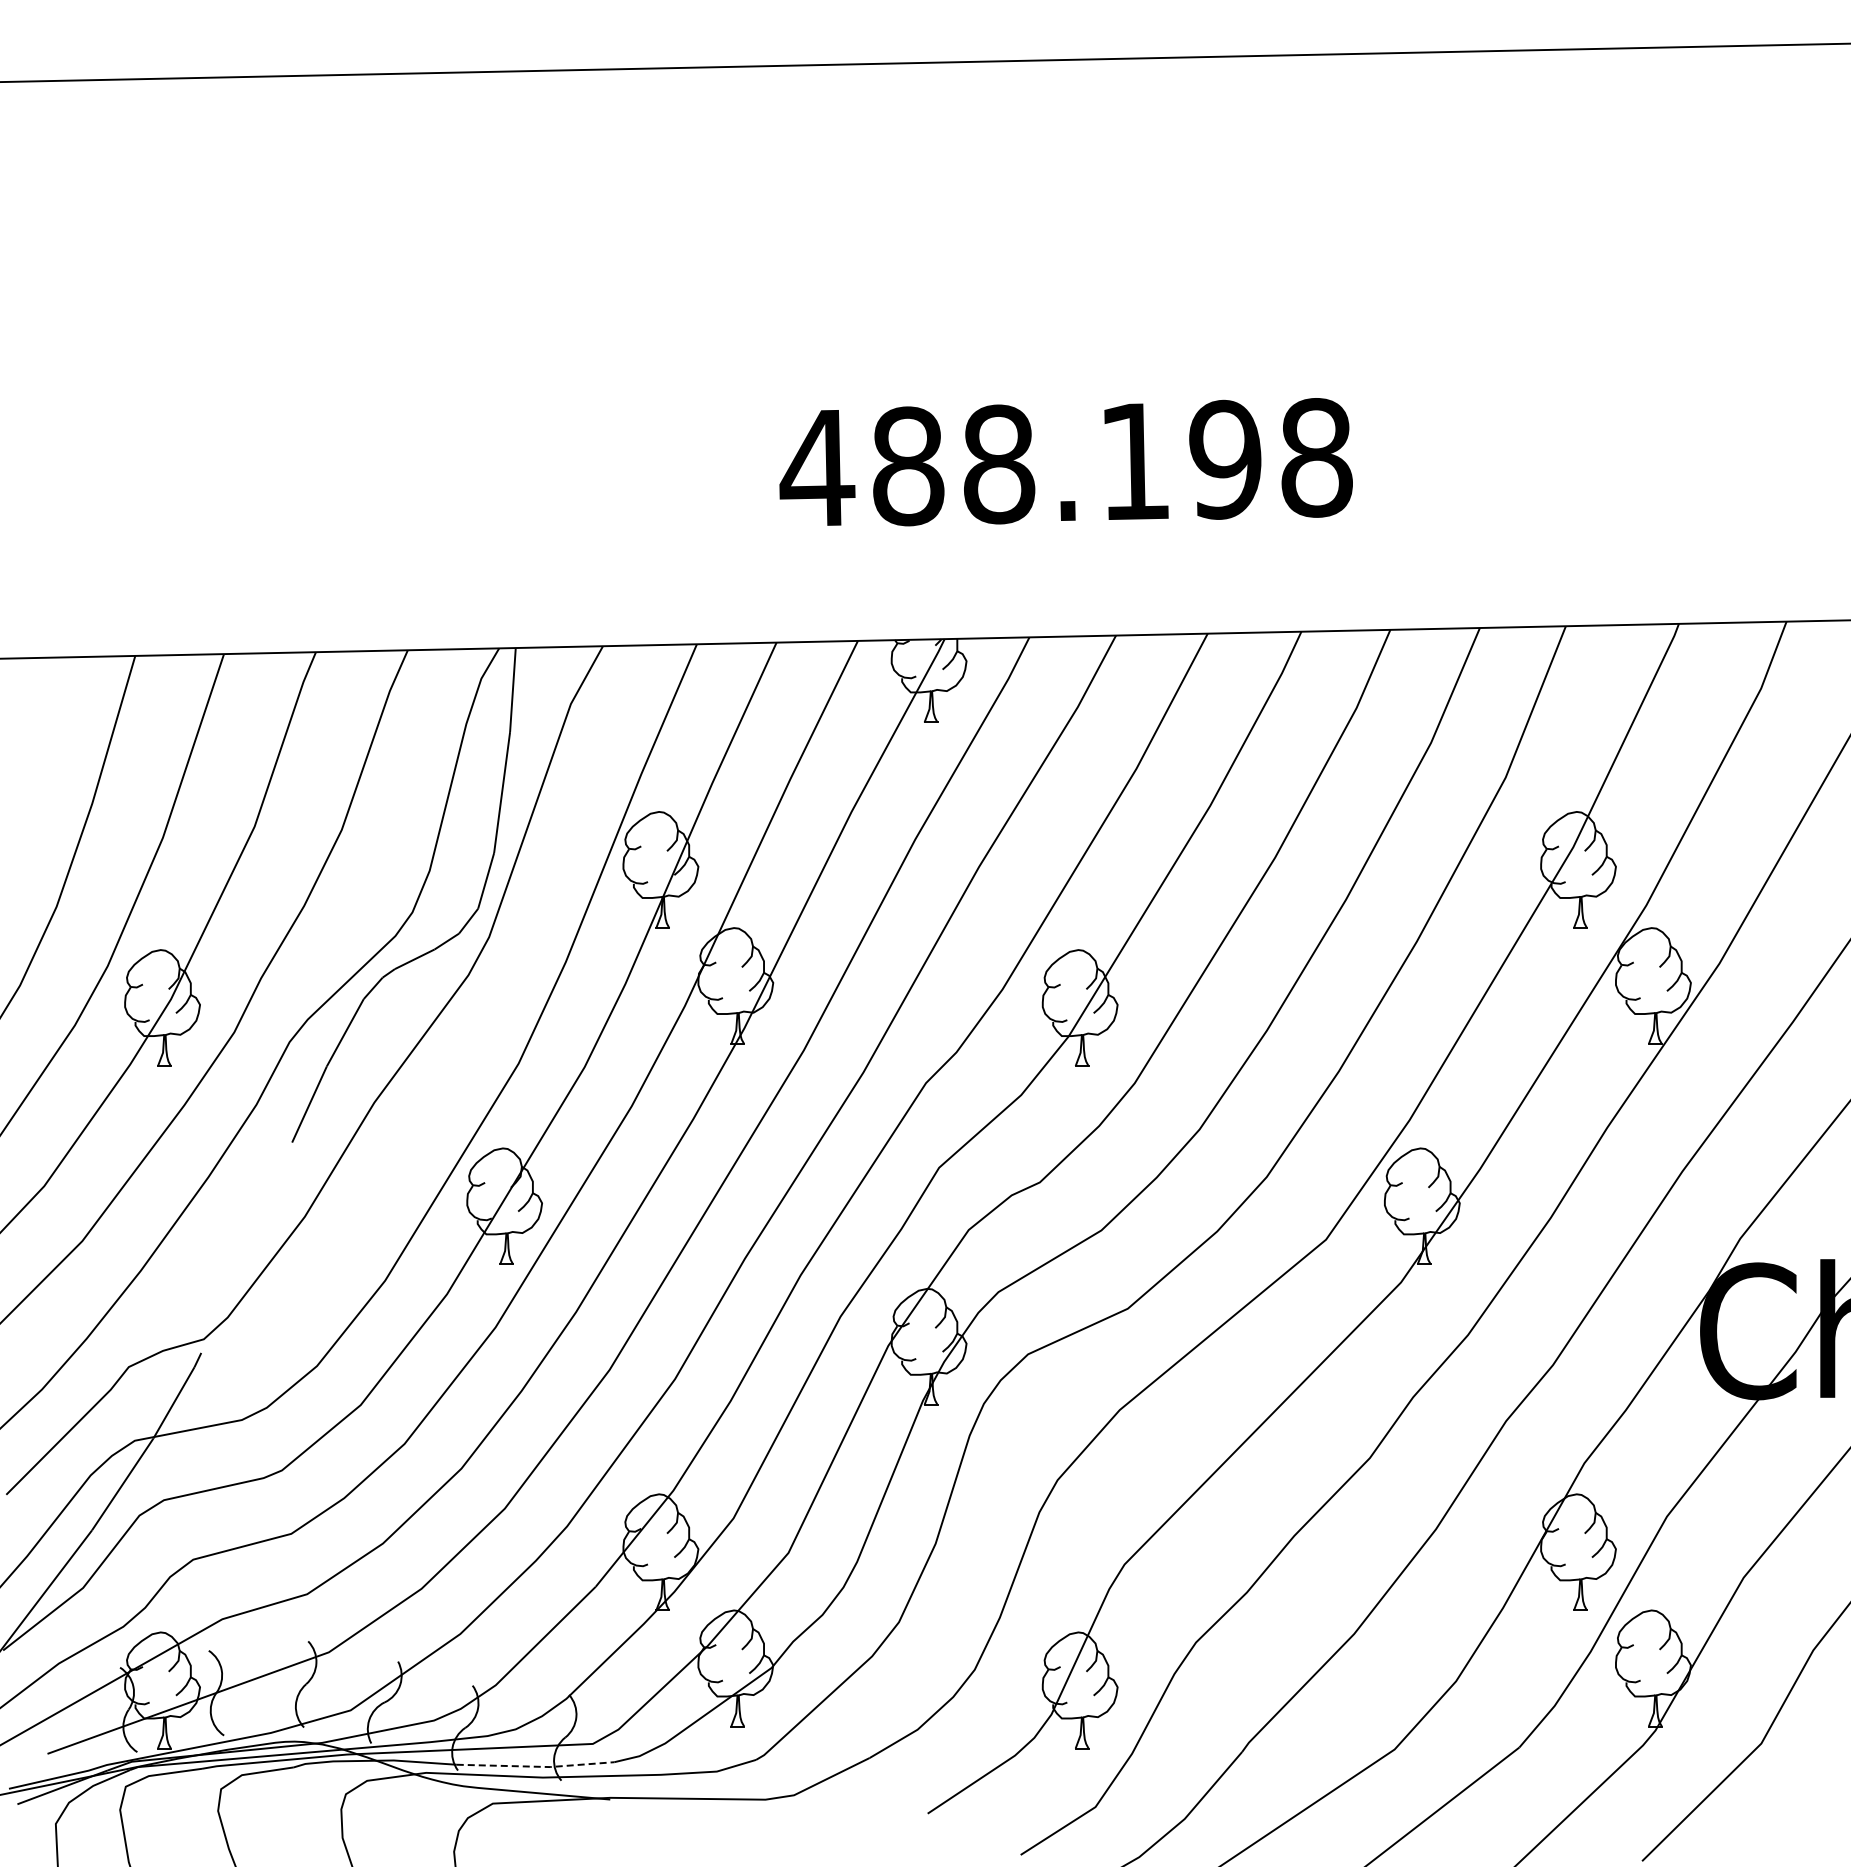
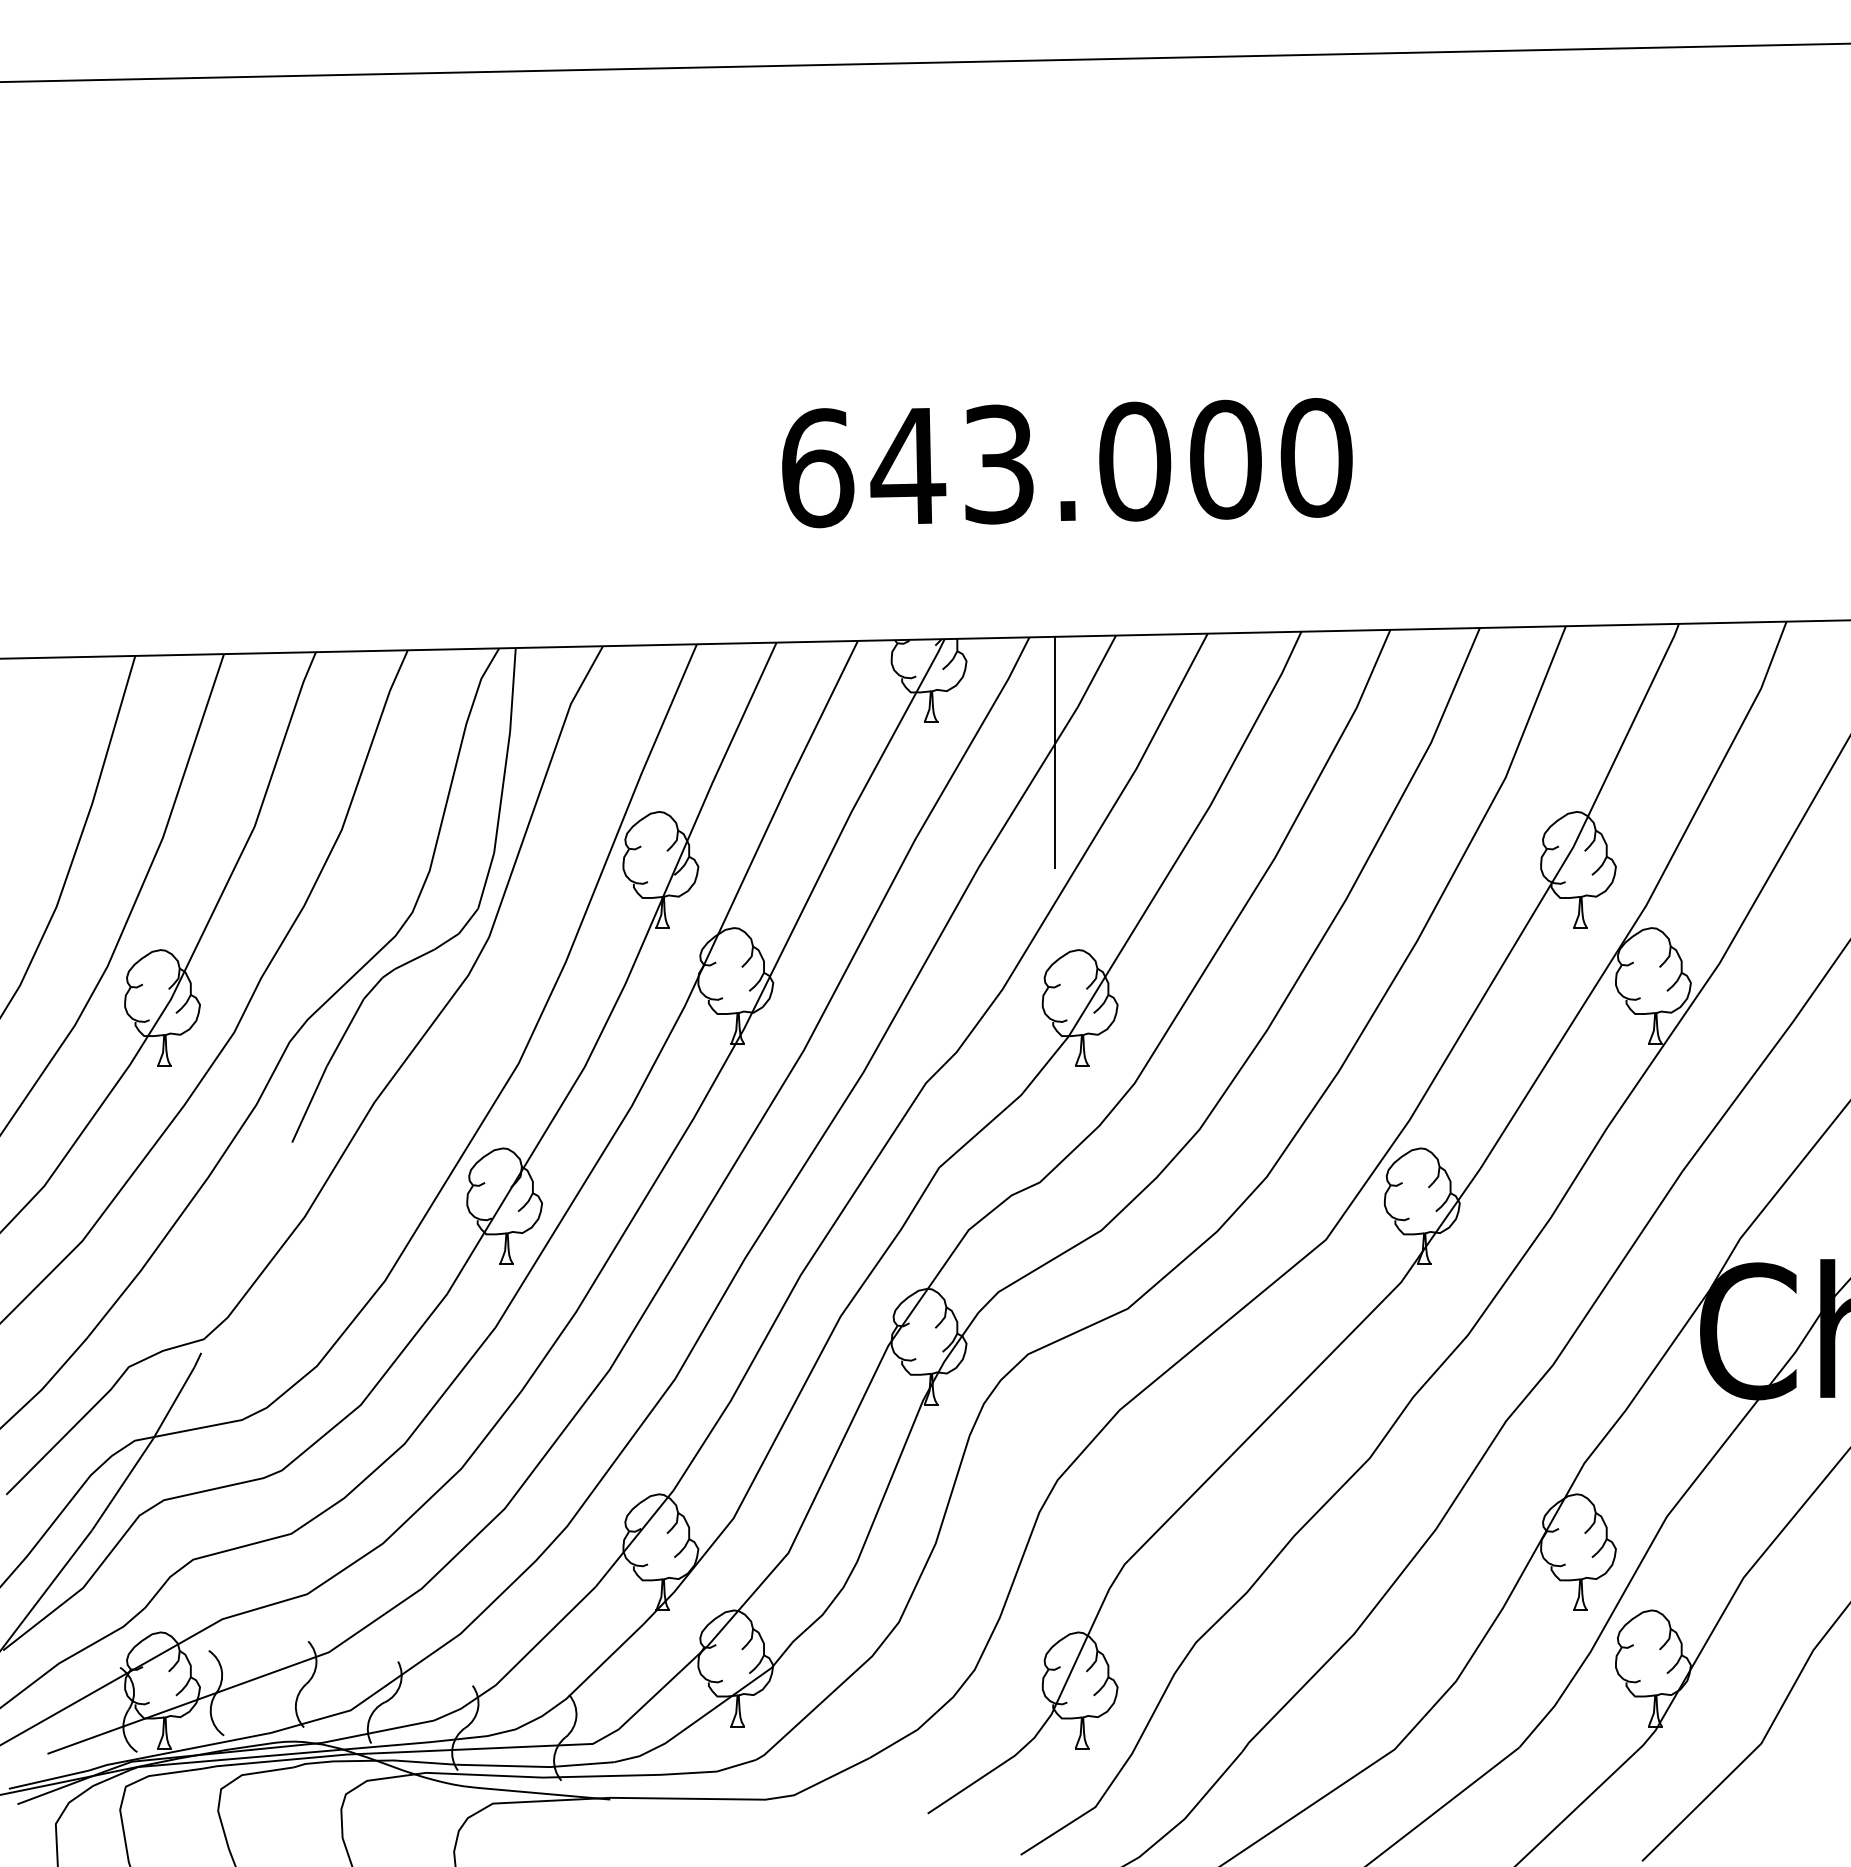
text at (1065, 463): 488.198 -> 643.000
line at (1055, 752): none -> present
line at (536, 1766): dashed -> solid
